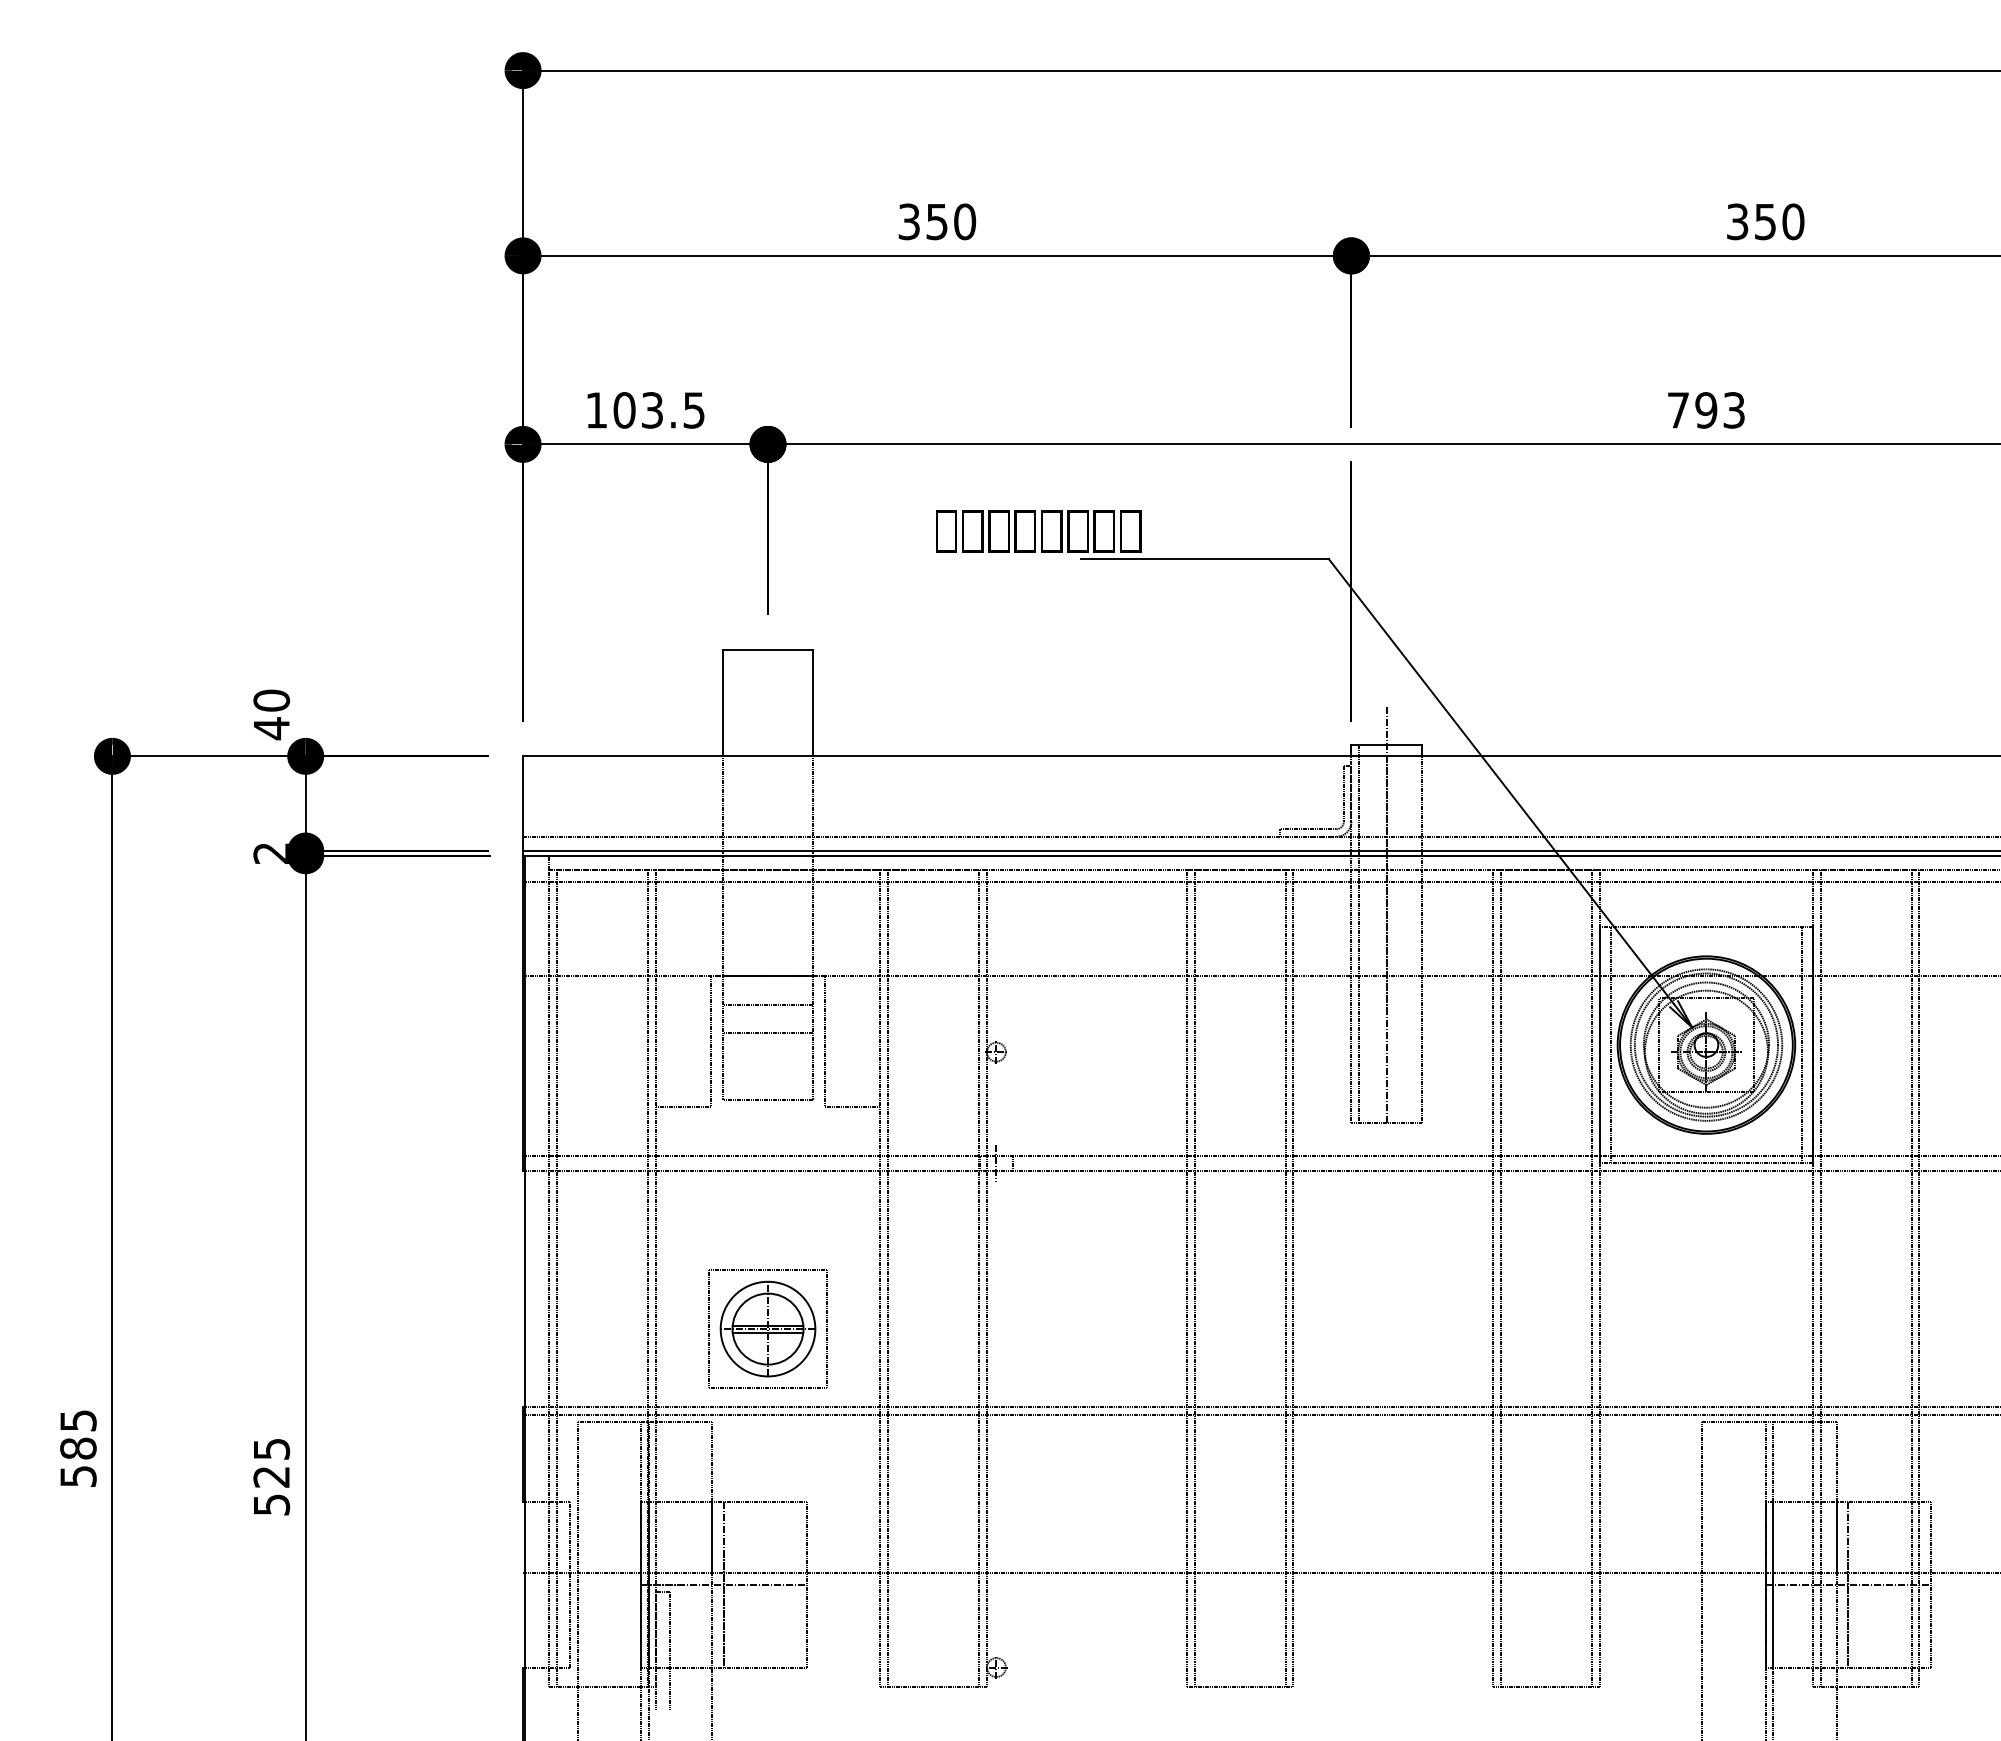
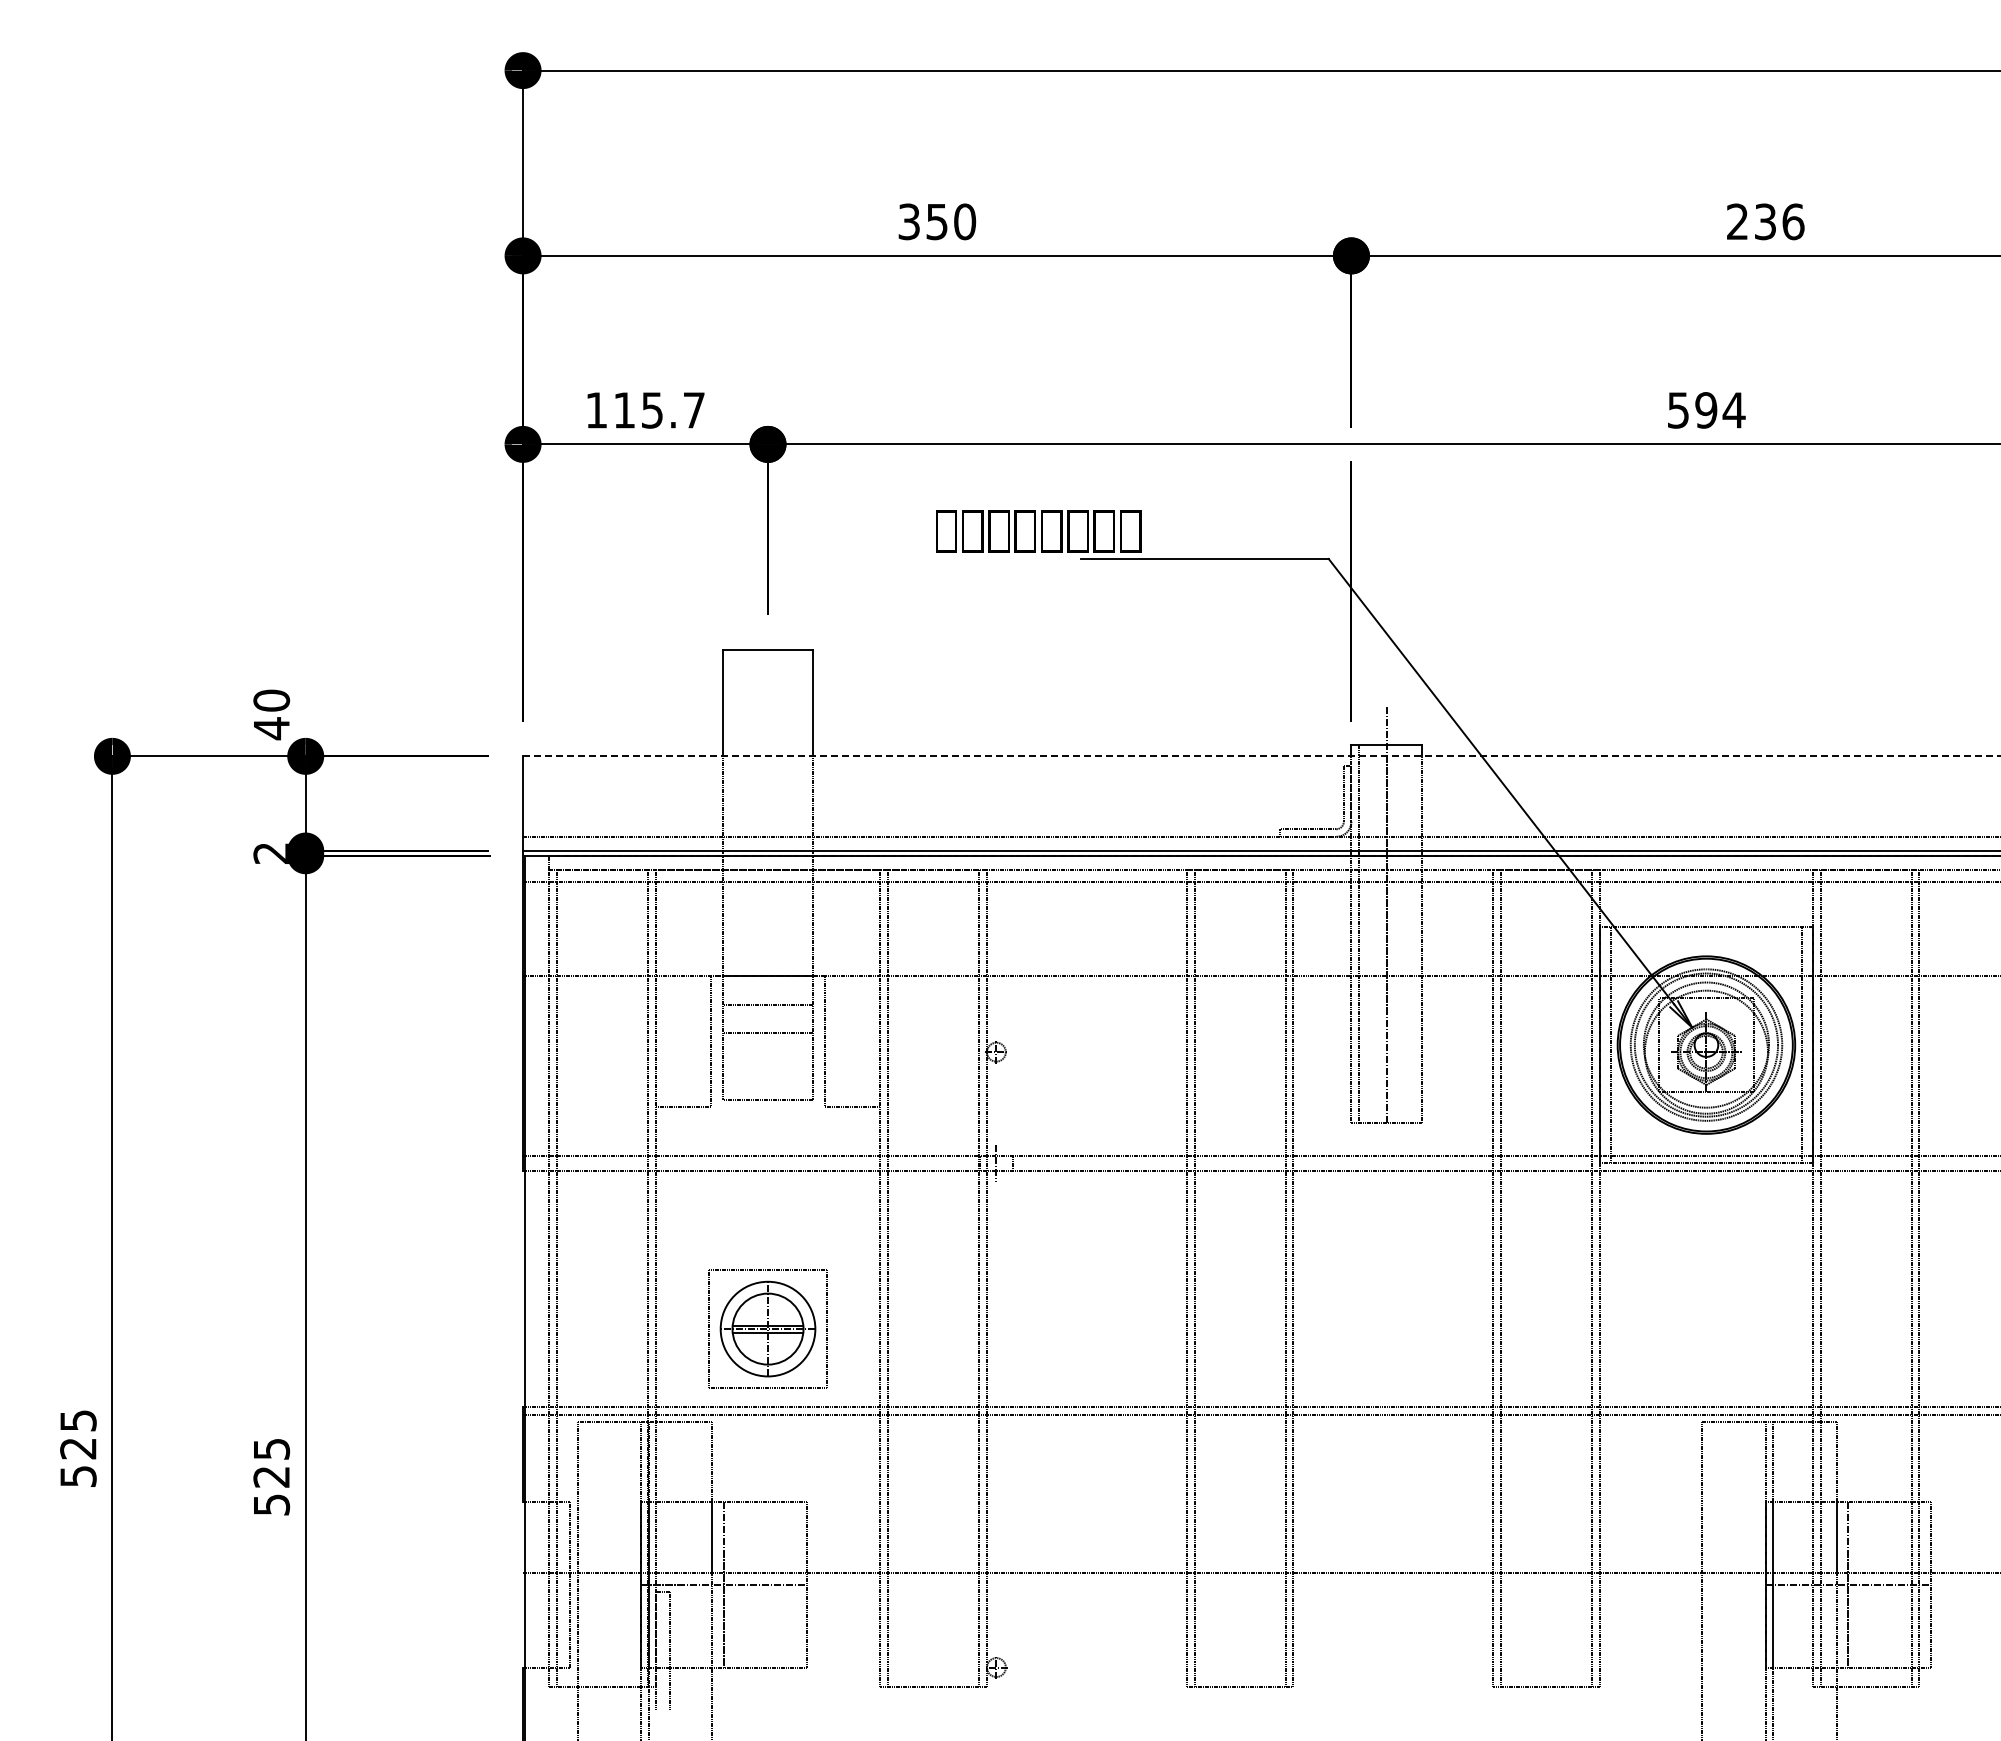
text at (1765, 221): 350 -> 236
text at (658, 410): 103.5 -> 115.7
text at (1706, 410): 793 -> 594
line at (1262, 756): solid -> dashed
text at (78, 1448): 585 -> 525
